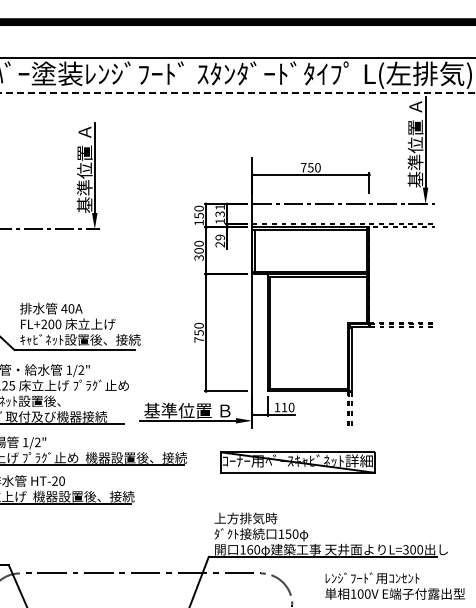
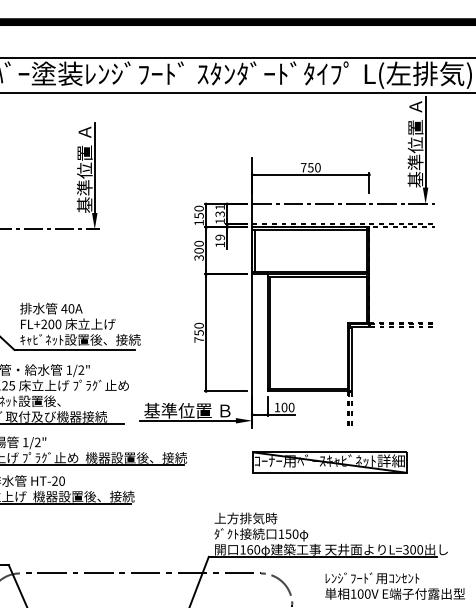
line at (238, 93): dashed -> solid
text at (219, 244): 29 -> 19
text at (284, 407): 110 -> 100
part at (297, 462) position: (297, 462) -> (329, 462)
